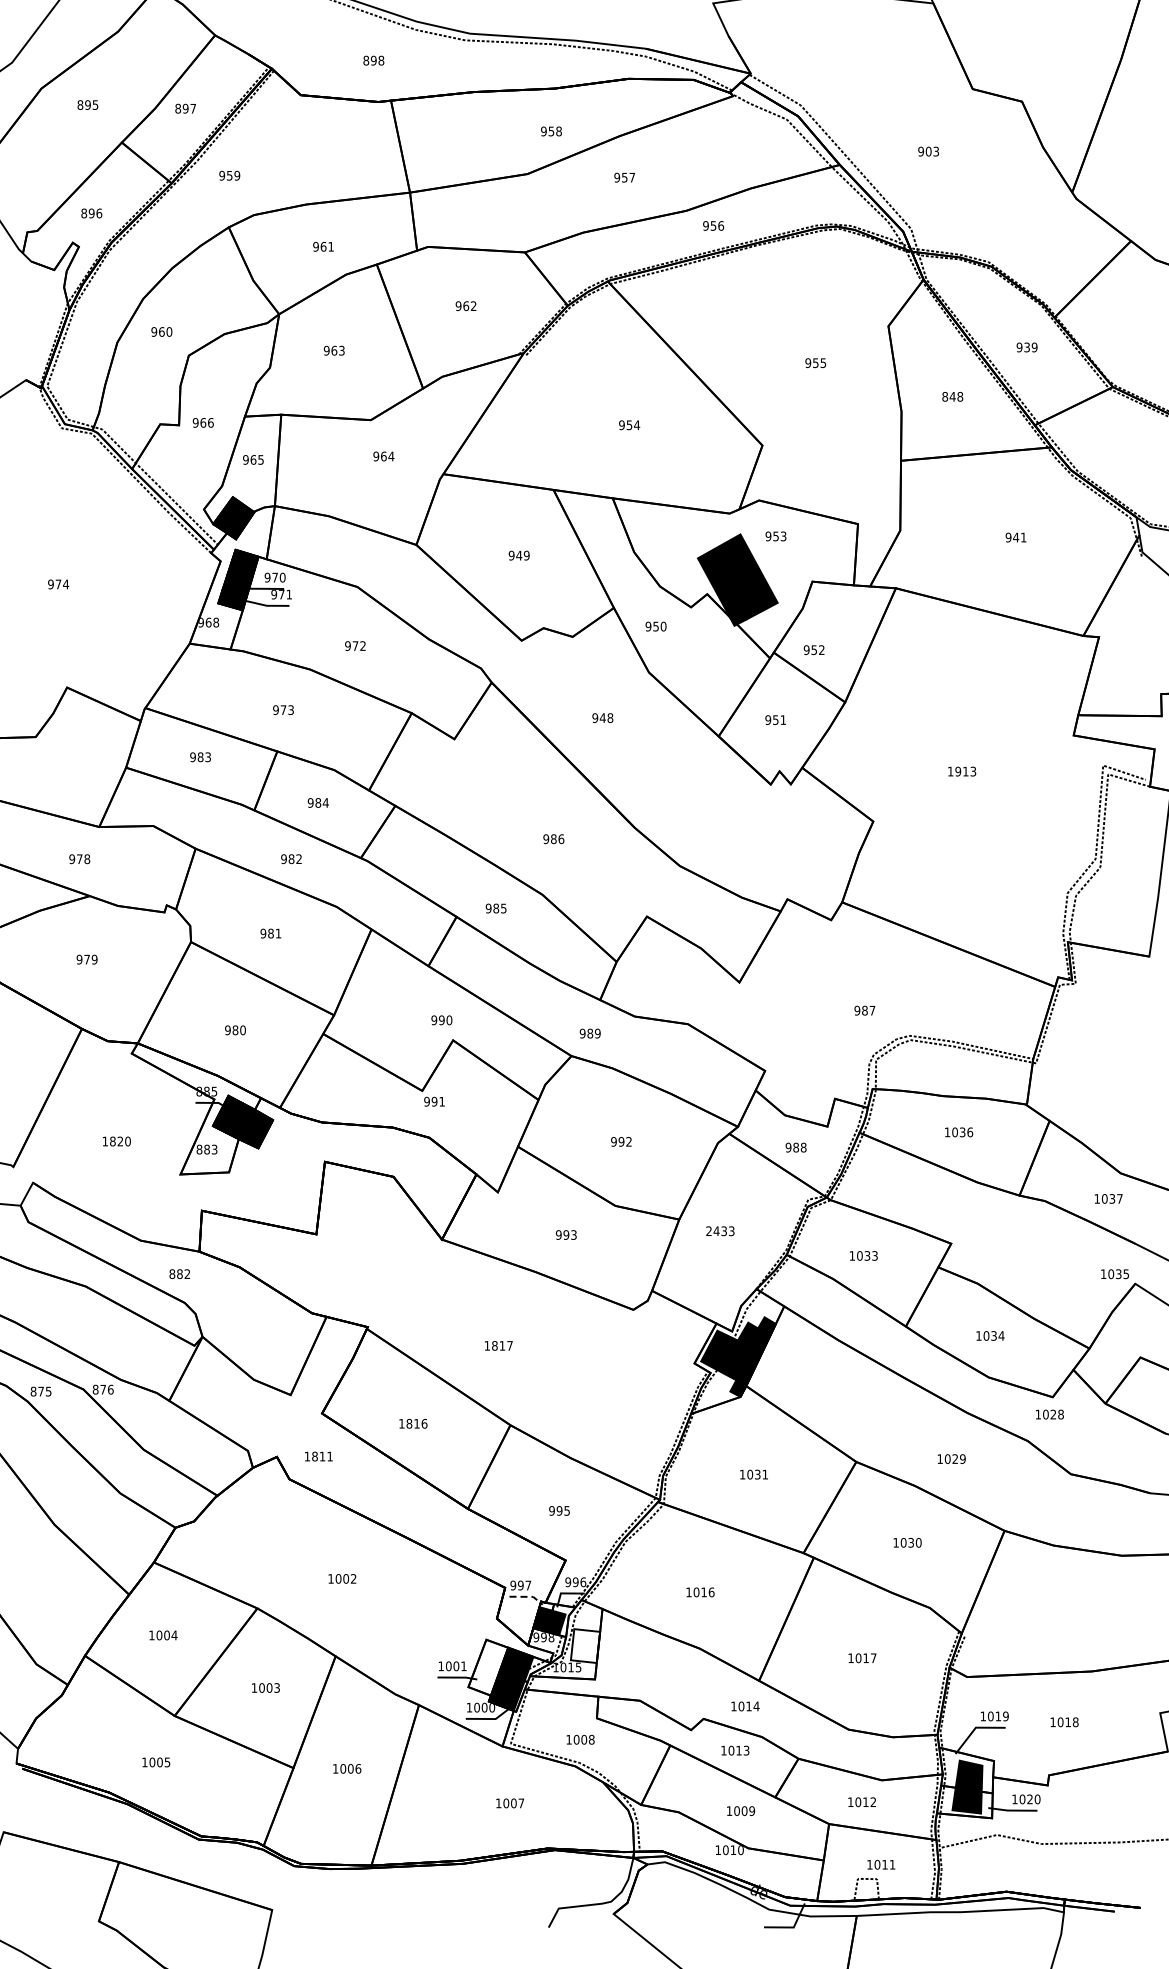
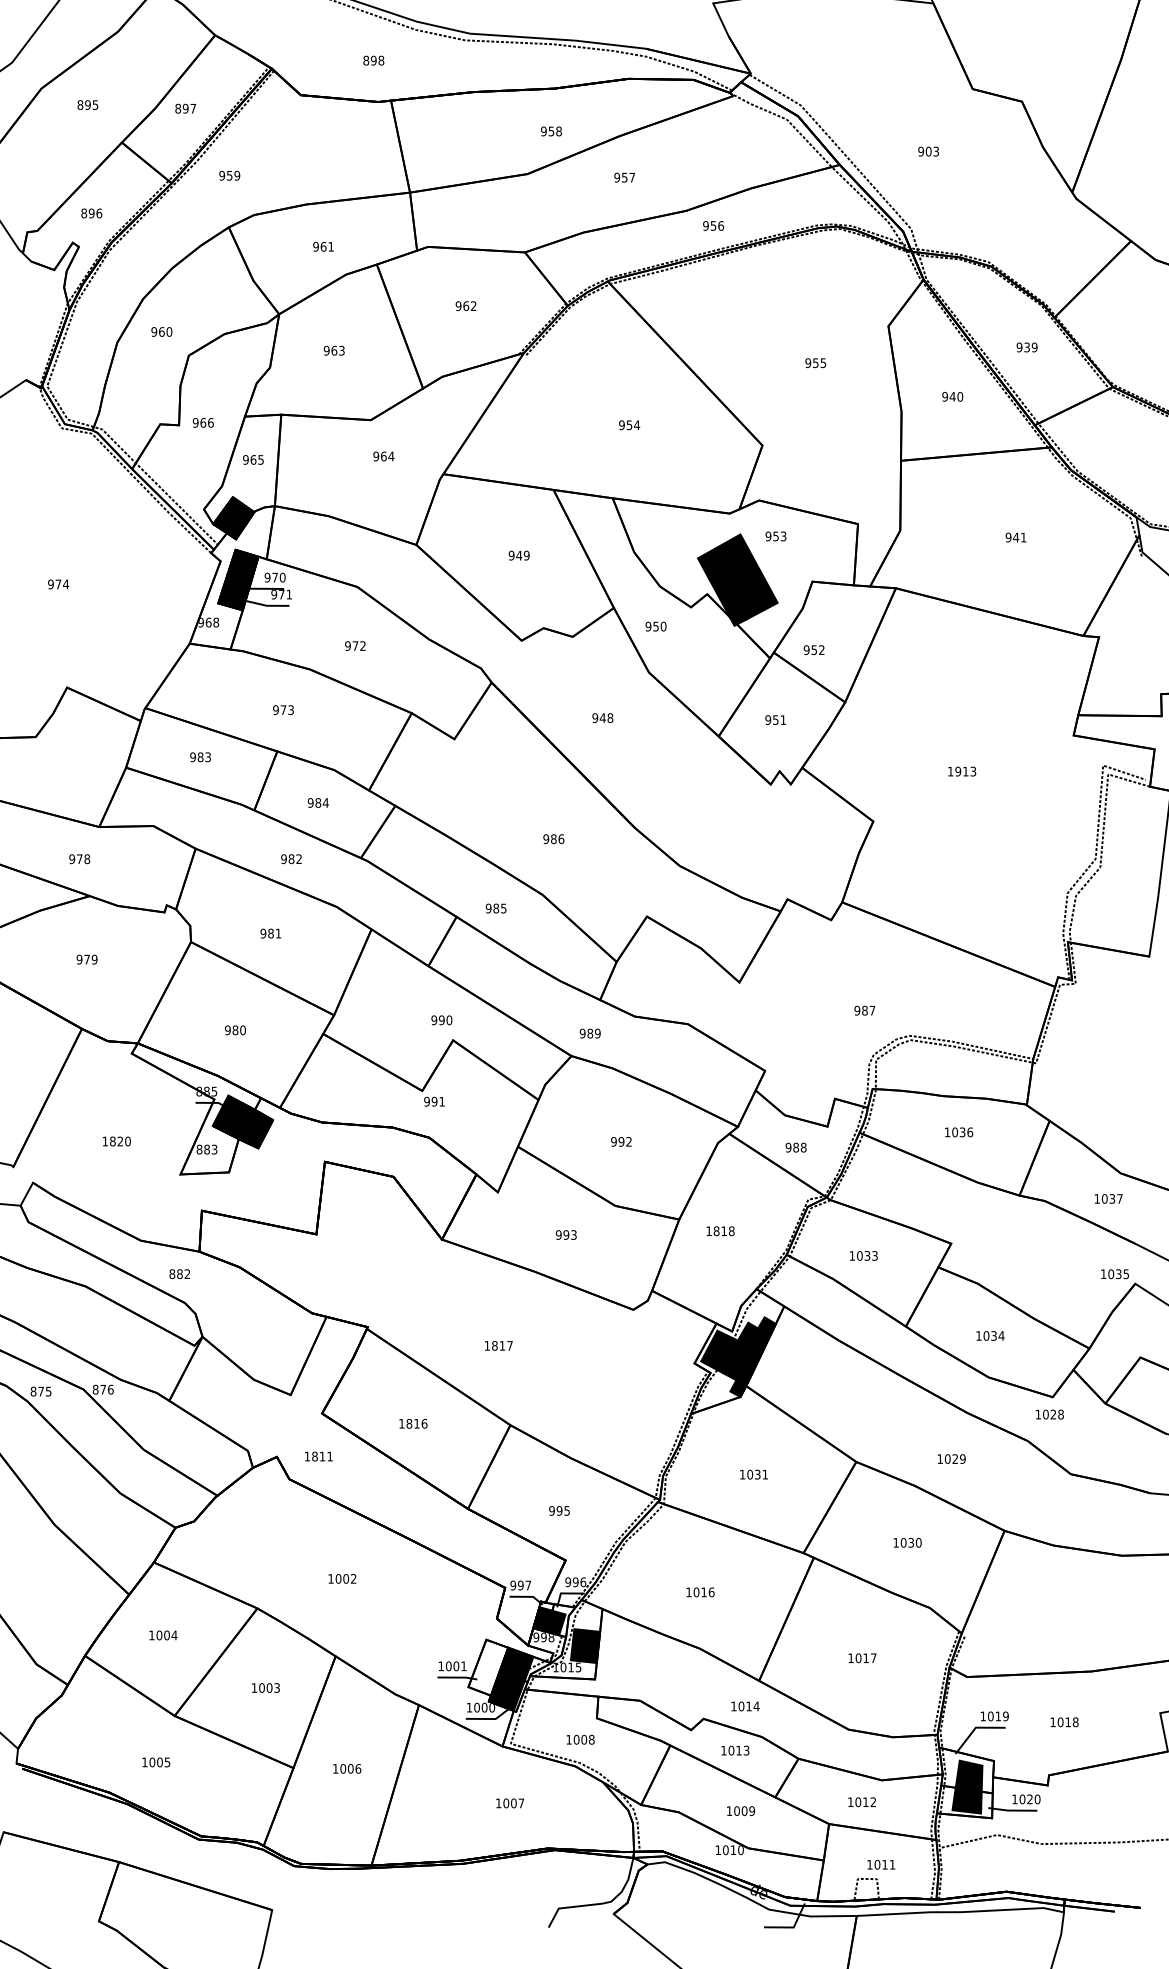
text at (952, 396): 848 -> 940
text at (720, 1231): 2433 -> 1818
line at (528, 1596): dashed -> solid
fill at (585, 1646): none -> present
